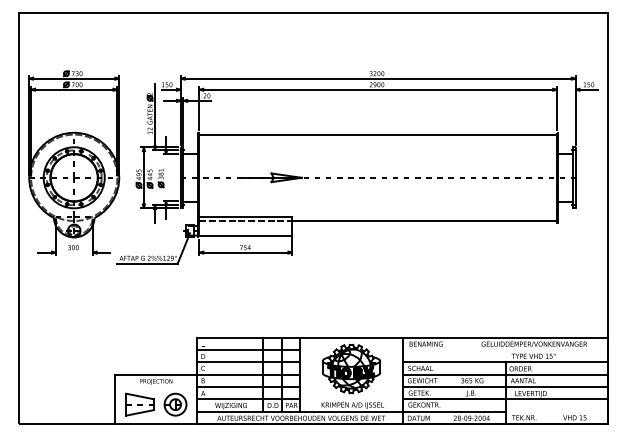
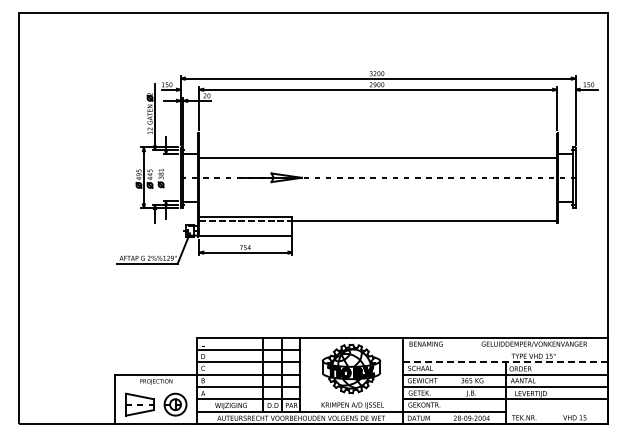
line at (378, 134) position: (378, 134) -> (378, 157)
part at (74, 162): present -> none
line at (505, 362): solid -> dashed
